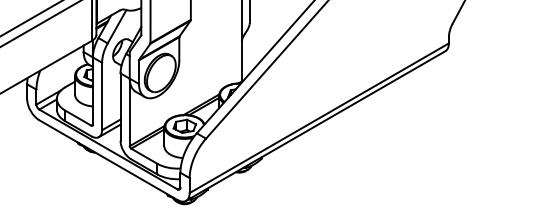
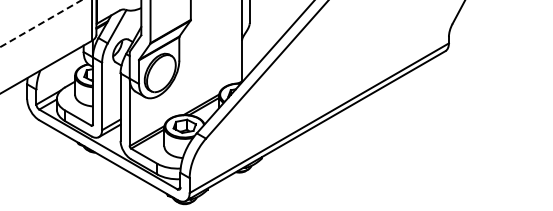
line at (30, 18): present -> none
line at (41, 23): solid -> dashed
